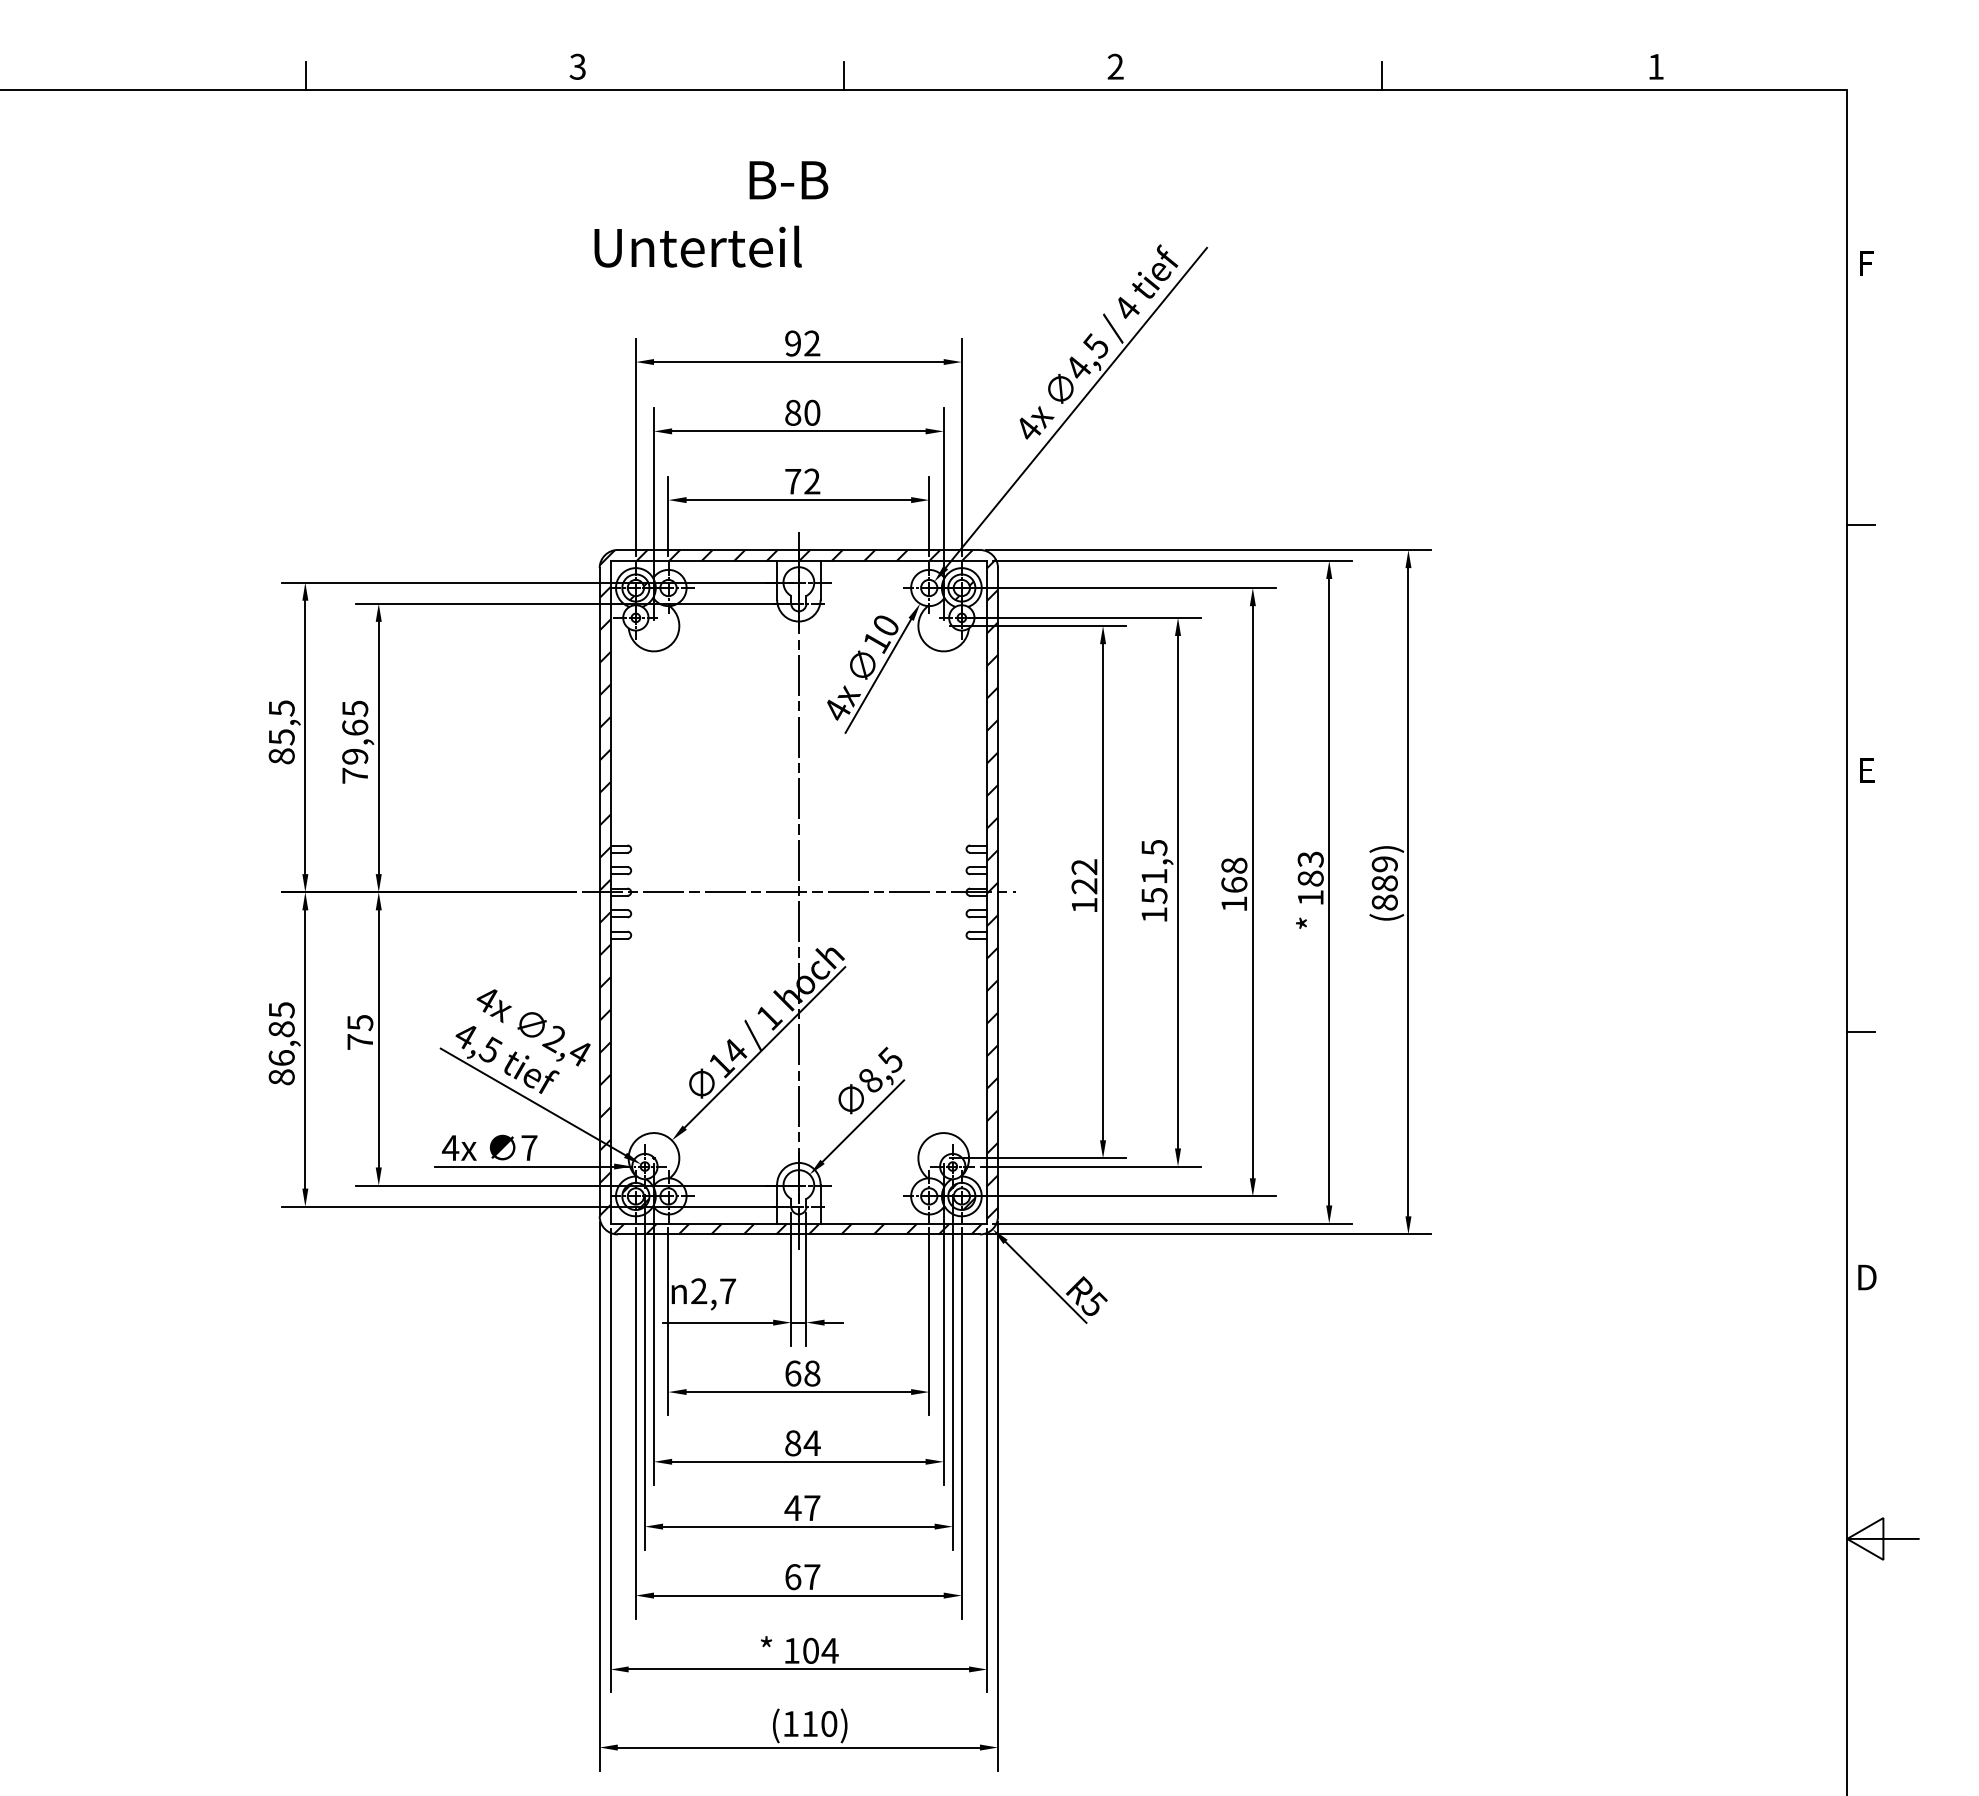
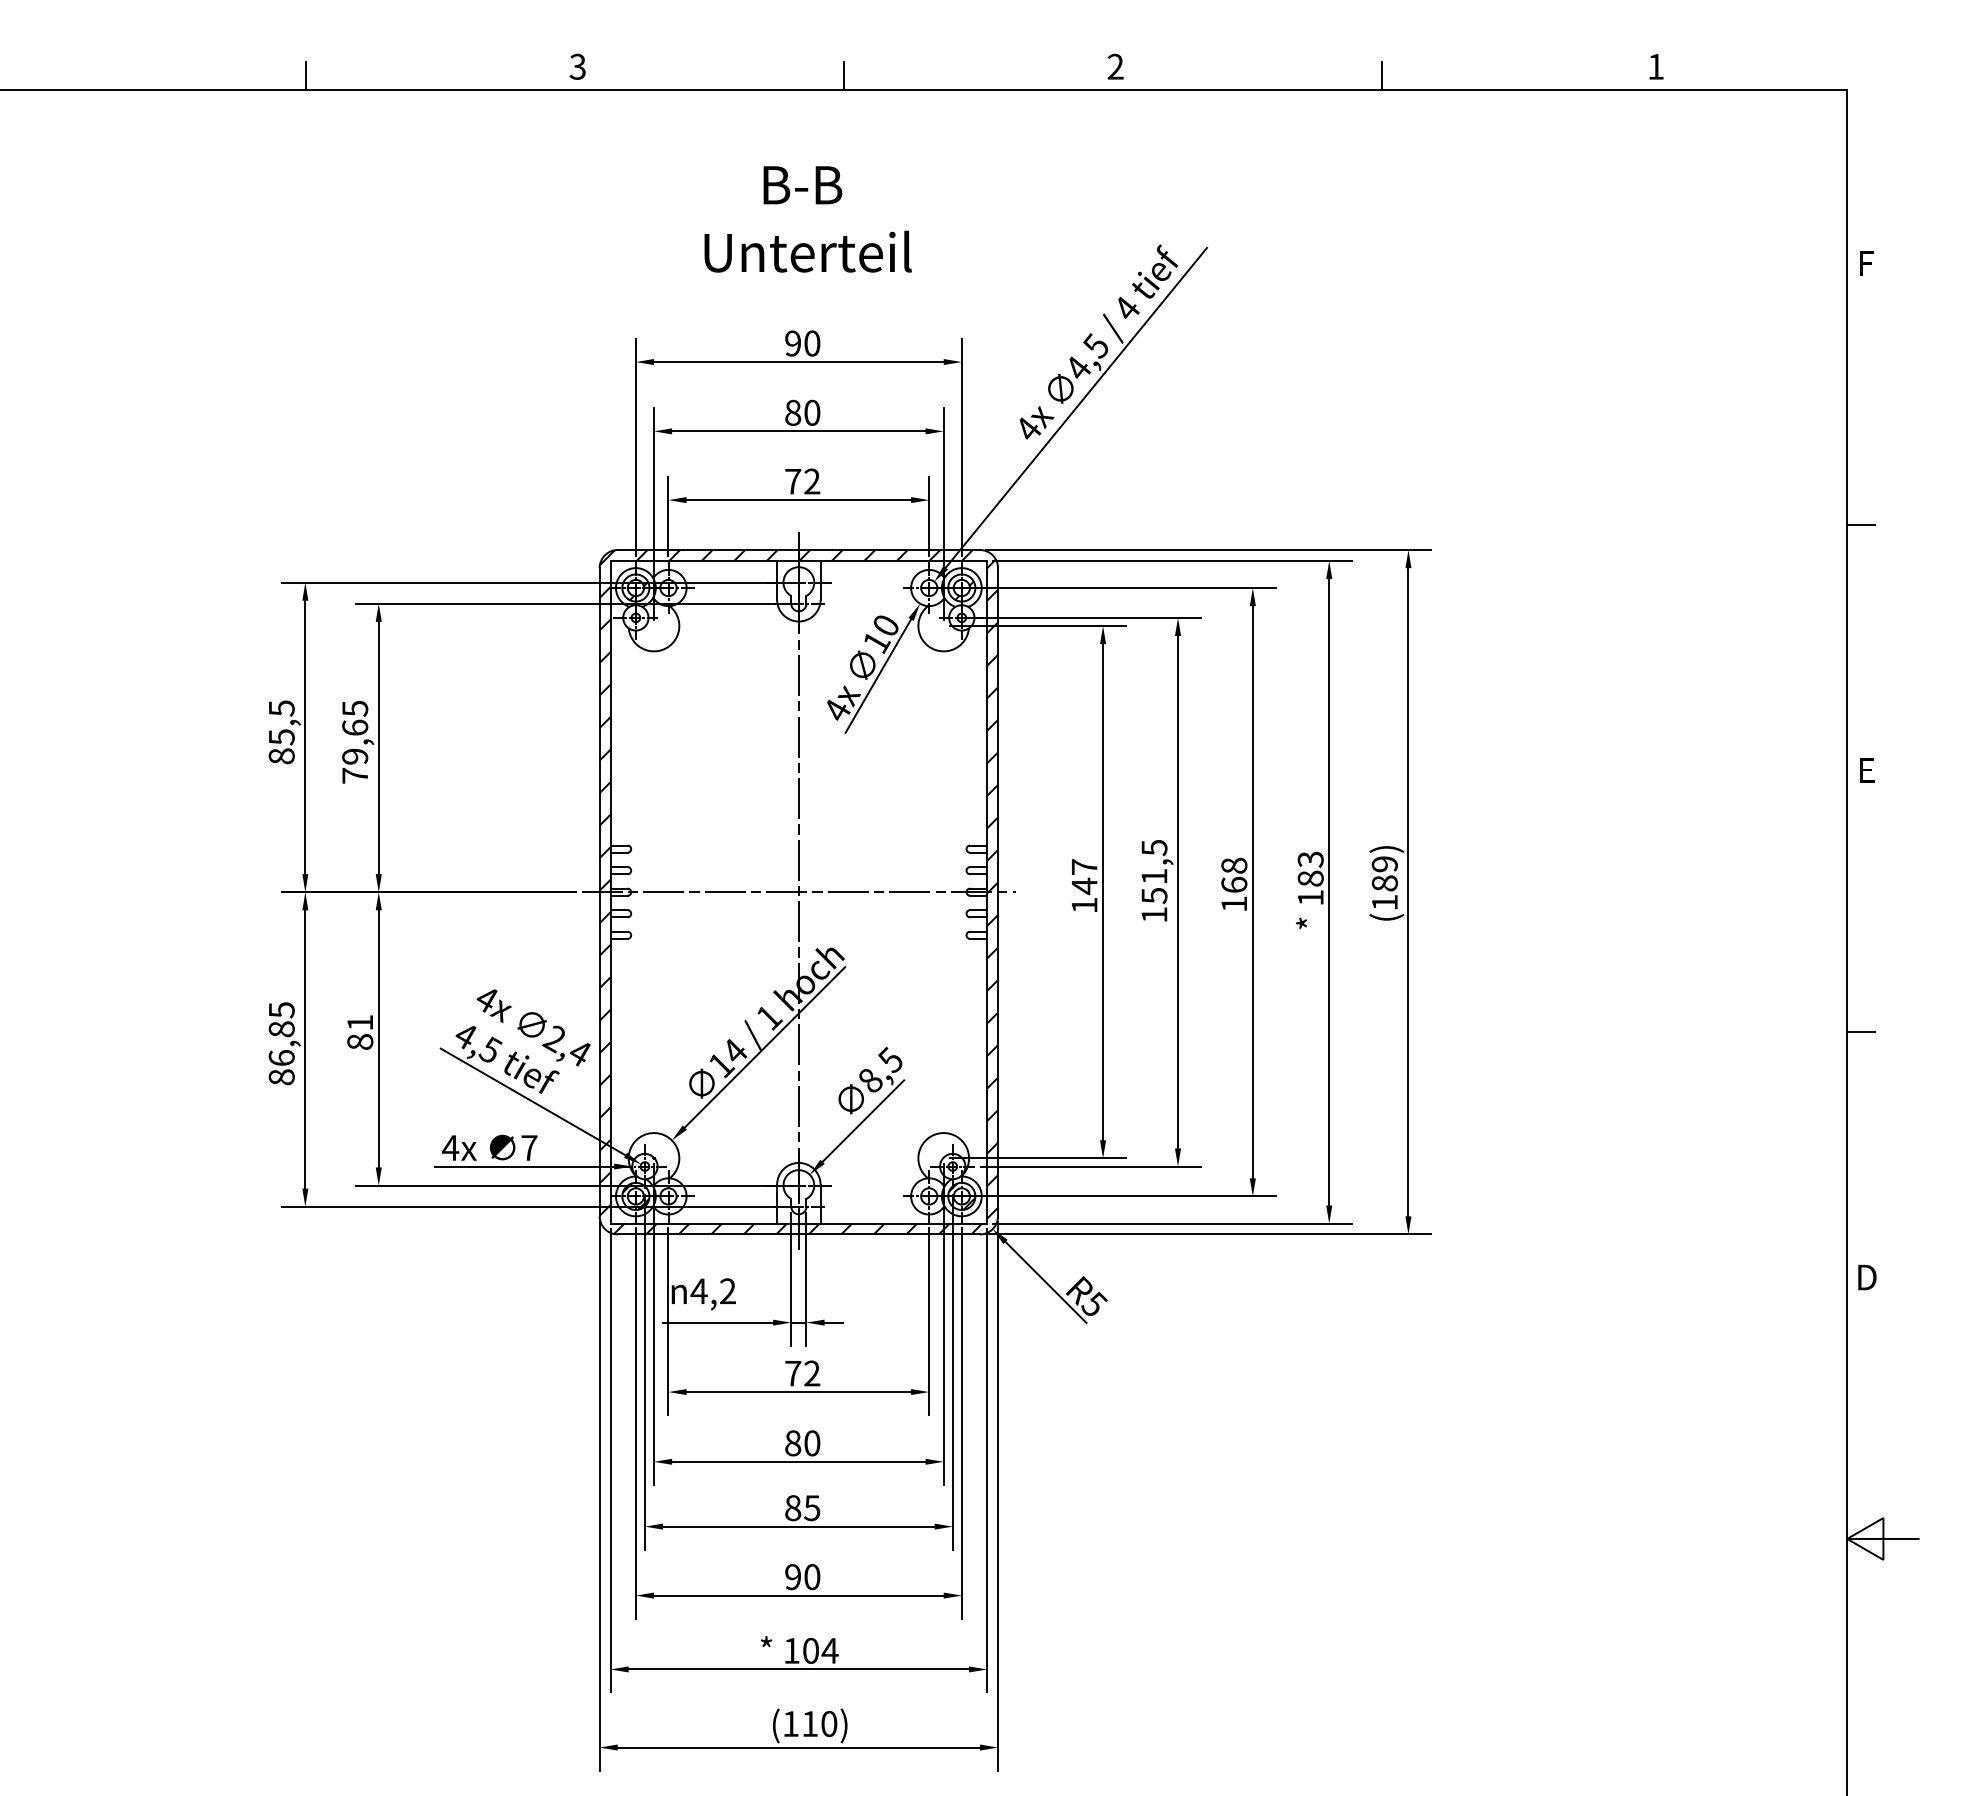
text at (788, 180) position: (788, 180) -> (802, 185)
text at (697, 246) position: (697, 246) -> (807, 251)
text at (812, 343): 92 -> 90
text at (1084, 877): 122 -> 147
text at (1384, 902): (889) -> (189)
text at (360, 1032): 75 -> 81
text at (713, 1290): 2,7 -> 4,2
text at (802, 1373): 68 -> 72
text at (811, 1443): 84 -> 80
text at (802, 1508): 47 -> 85
text at (802, 1577): 67 -> 90
